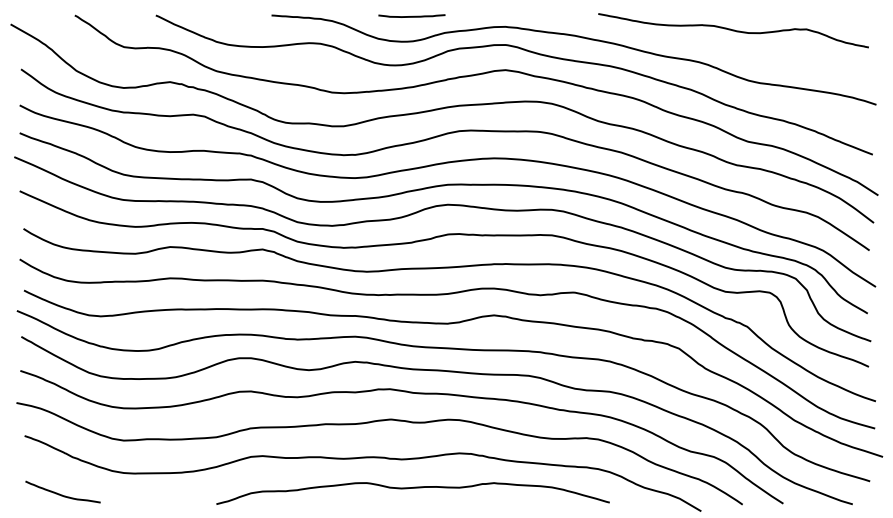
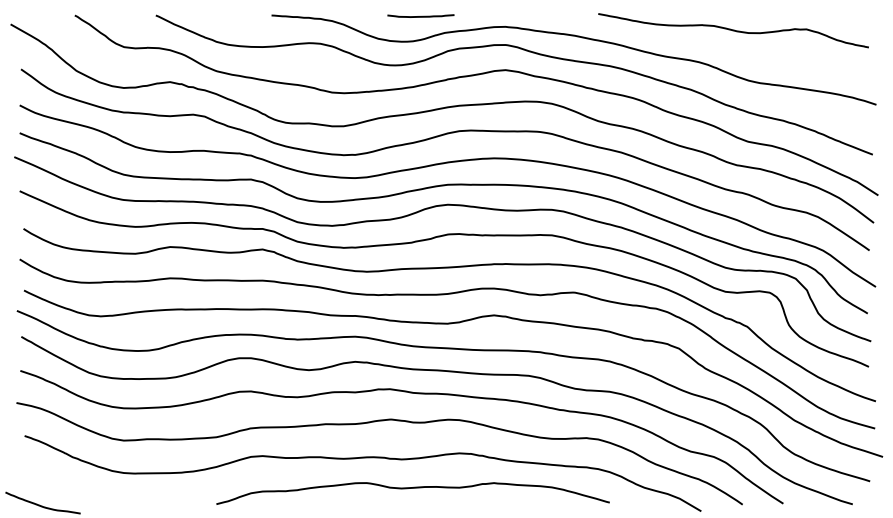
curve at (412, 15) position: (412, 15) -> (421, 15)
curve at (62, 494) position: (62, 494) -> (42, 505)
